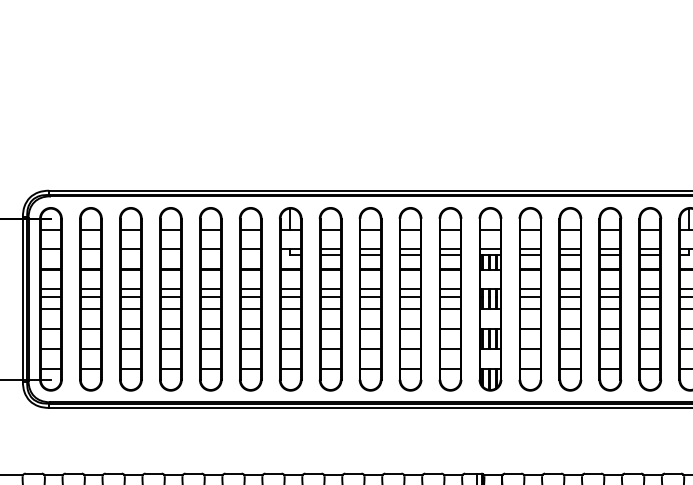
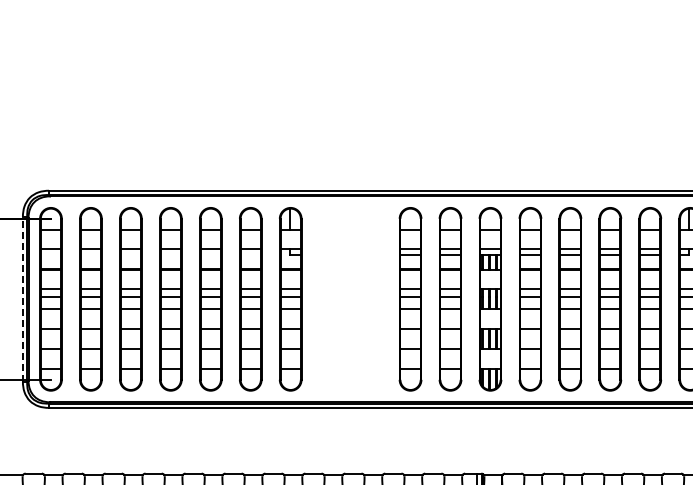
line at (22, 299): solid -> dashed
part at (330, 299): present -> none
part at (370, 299): present -> none
